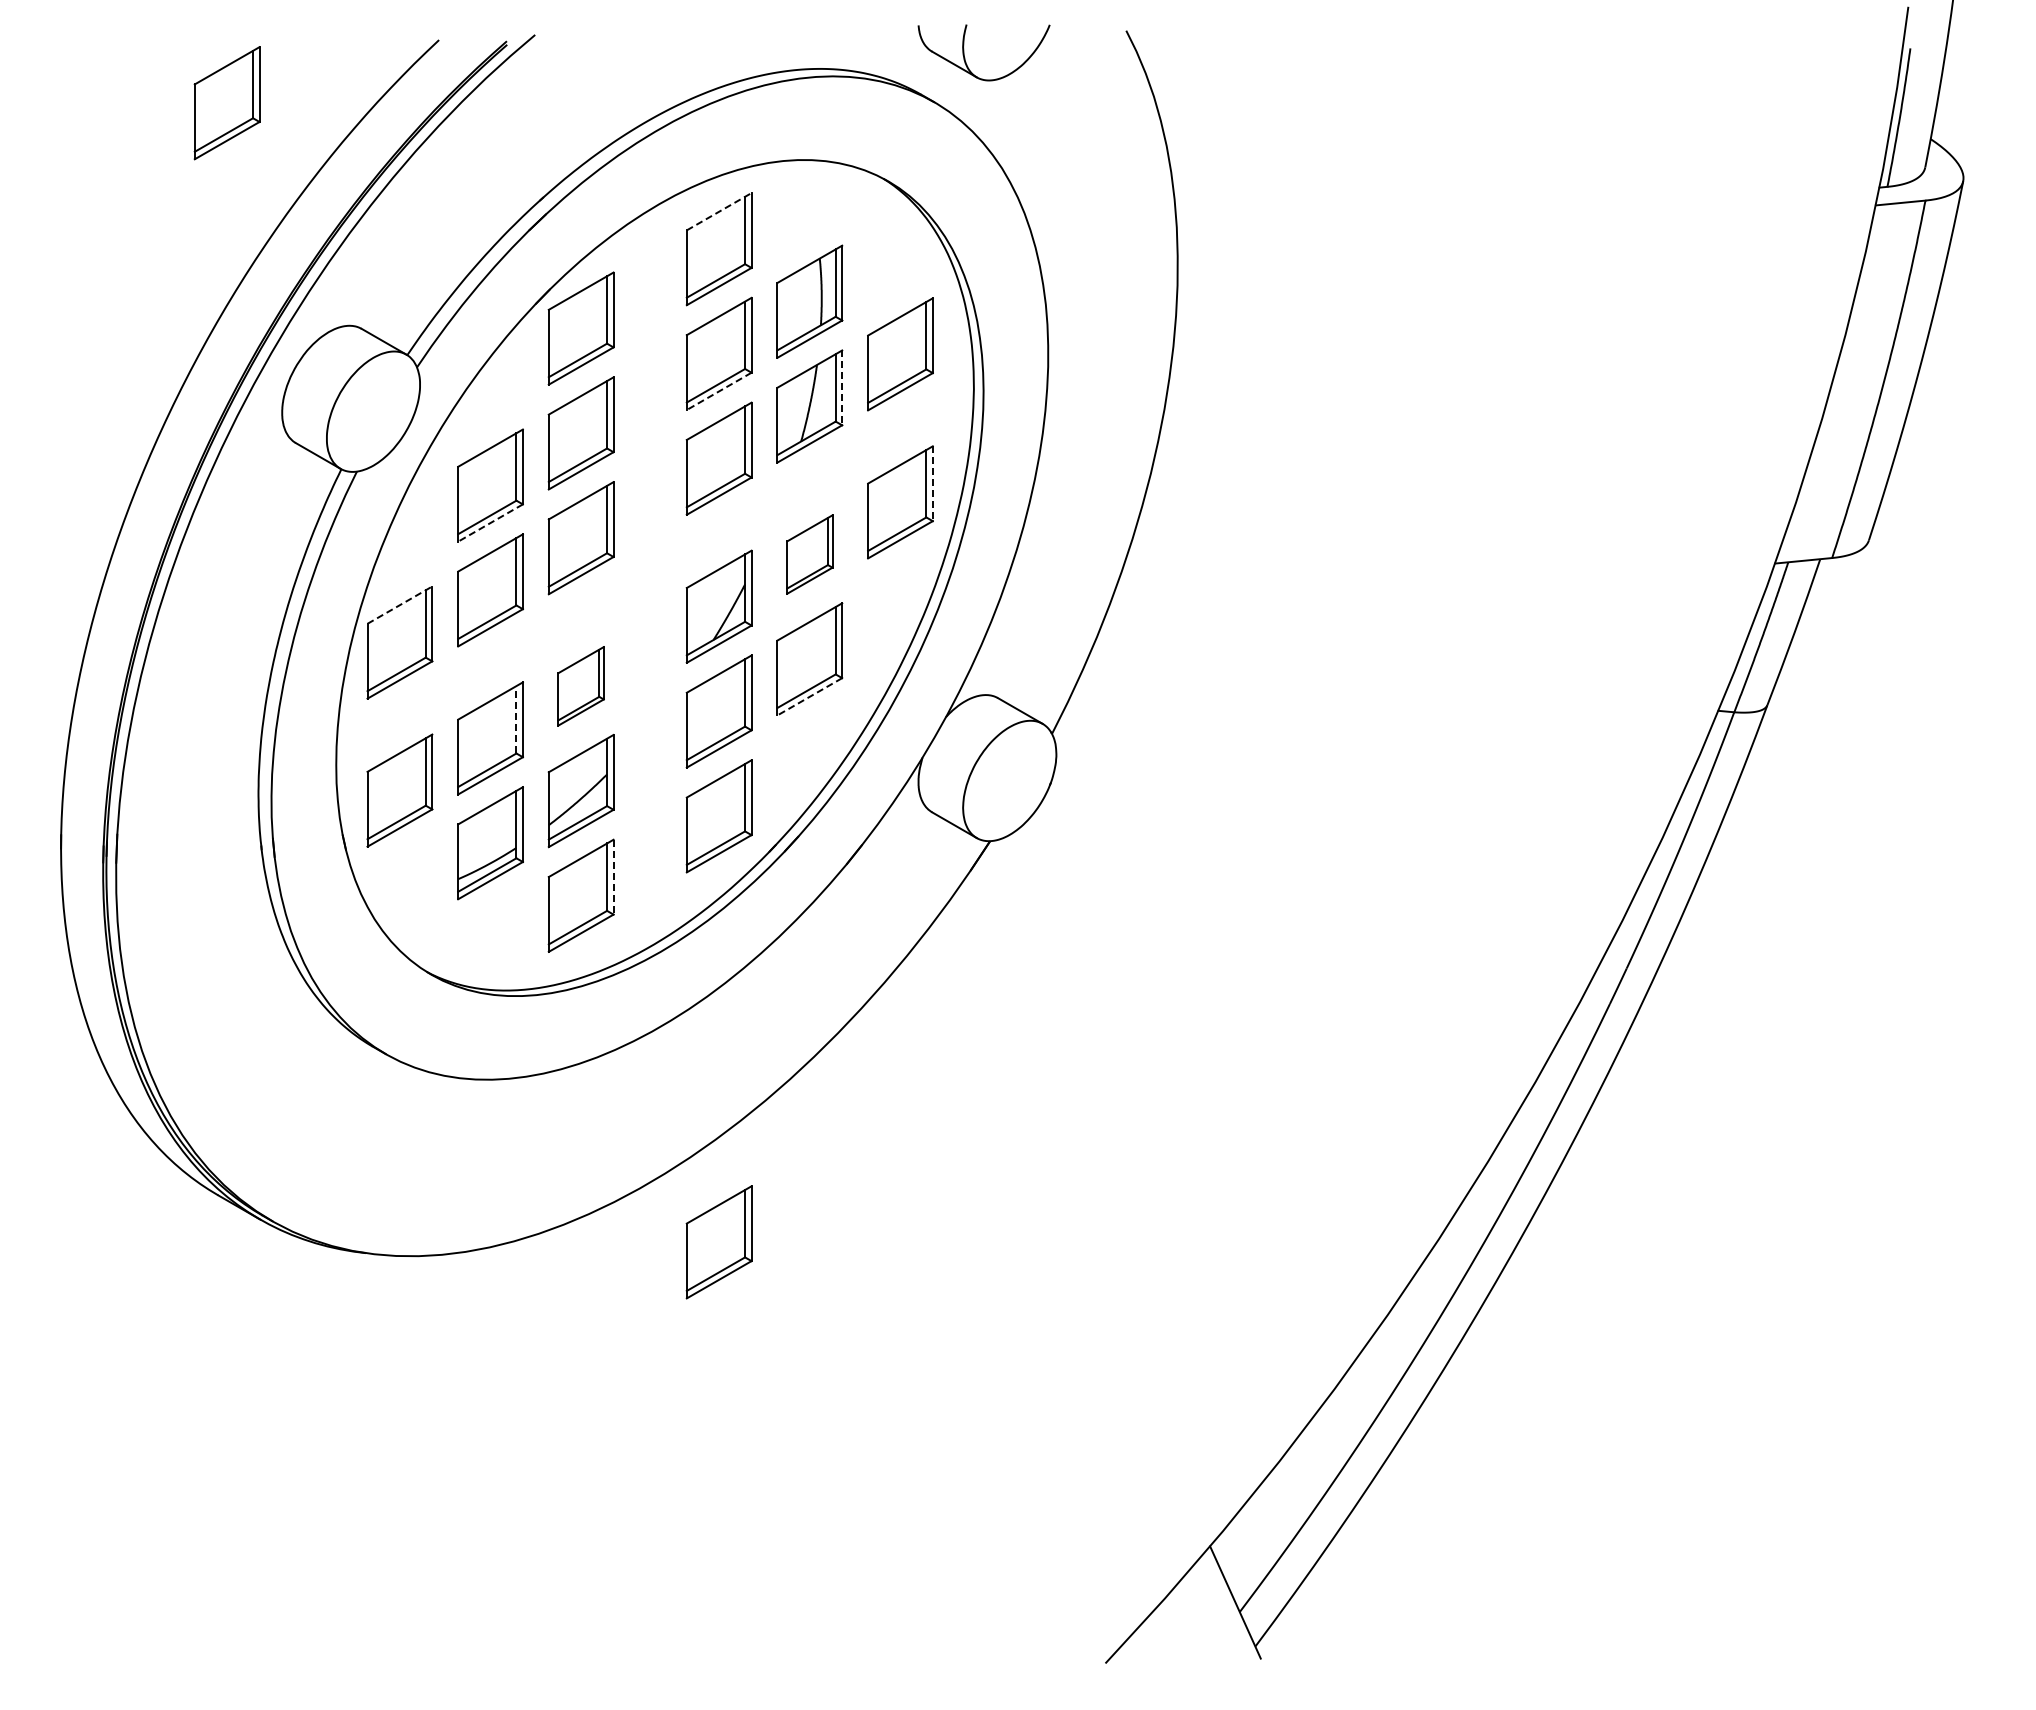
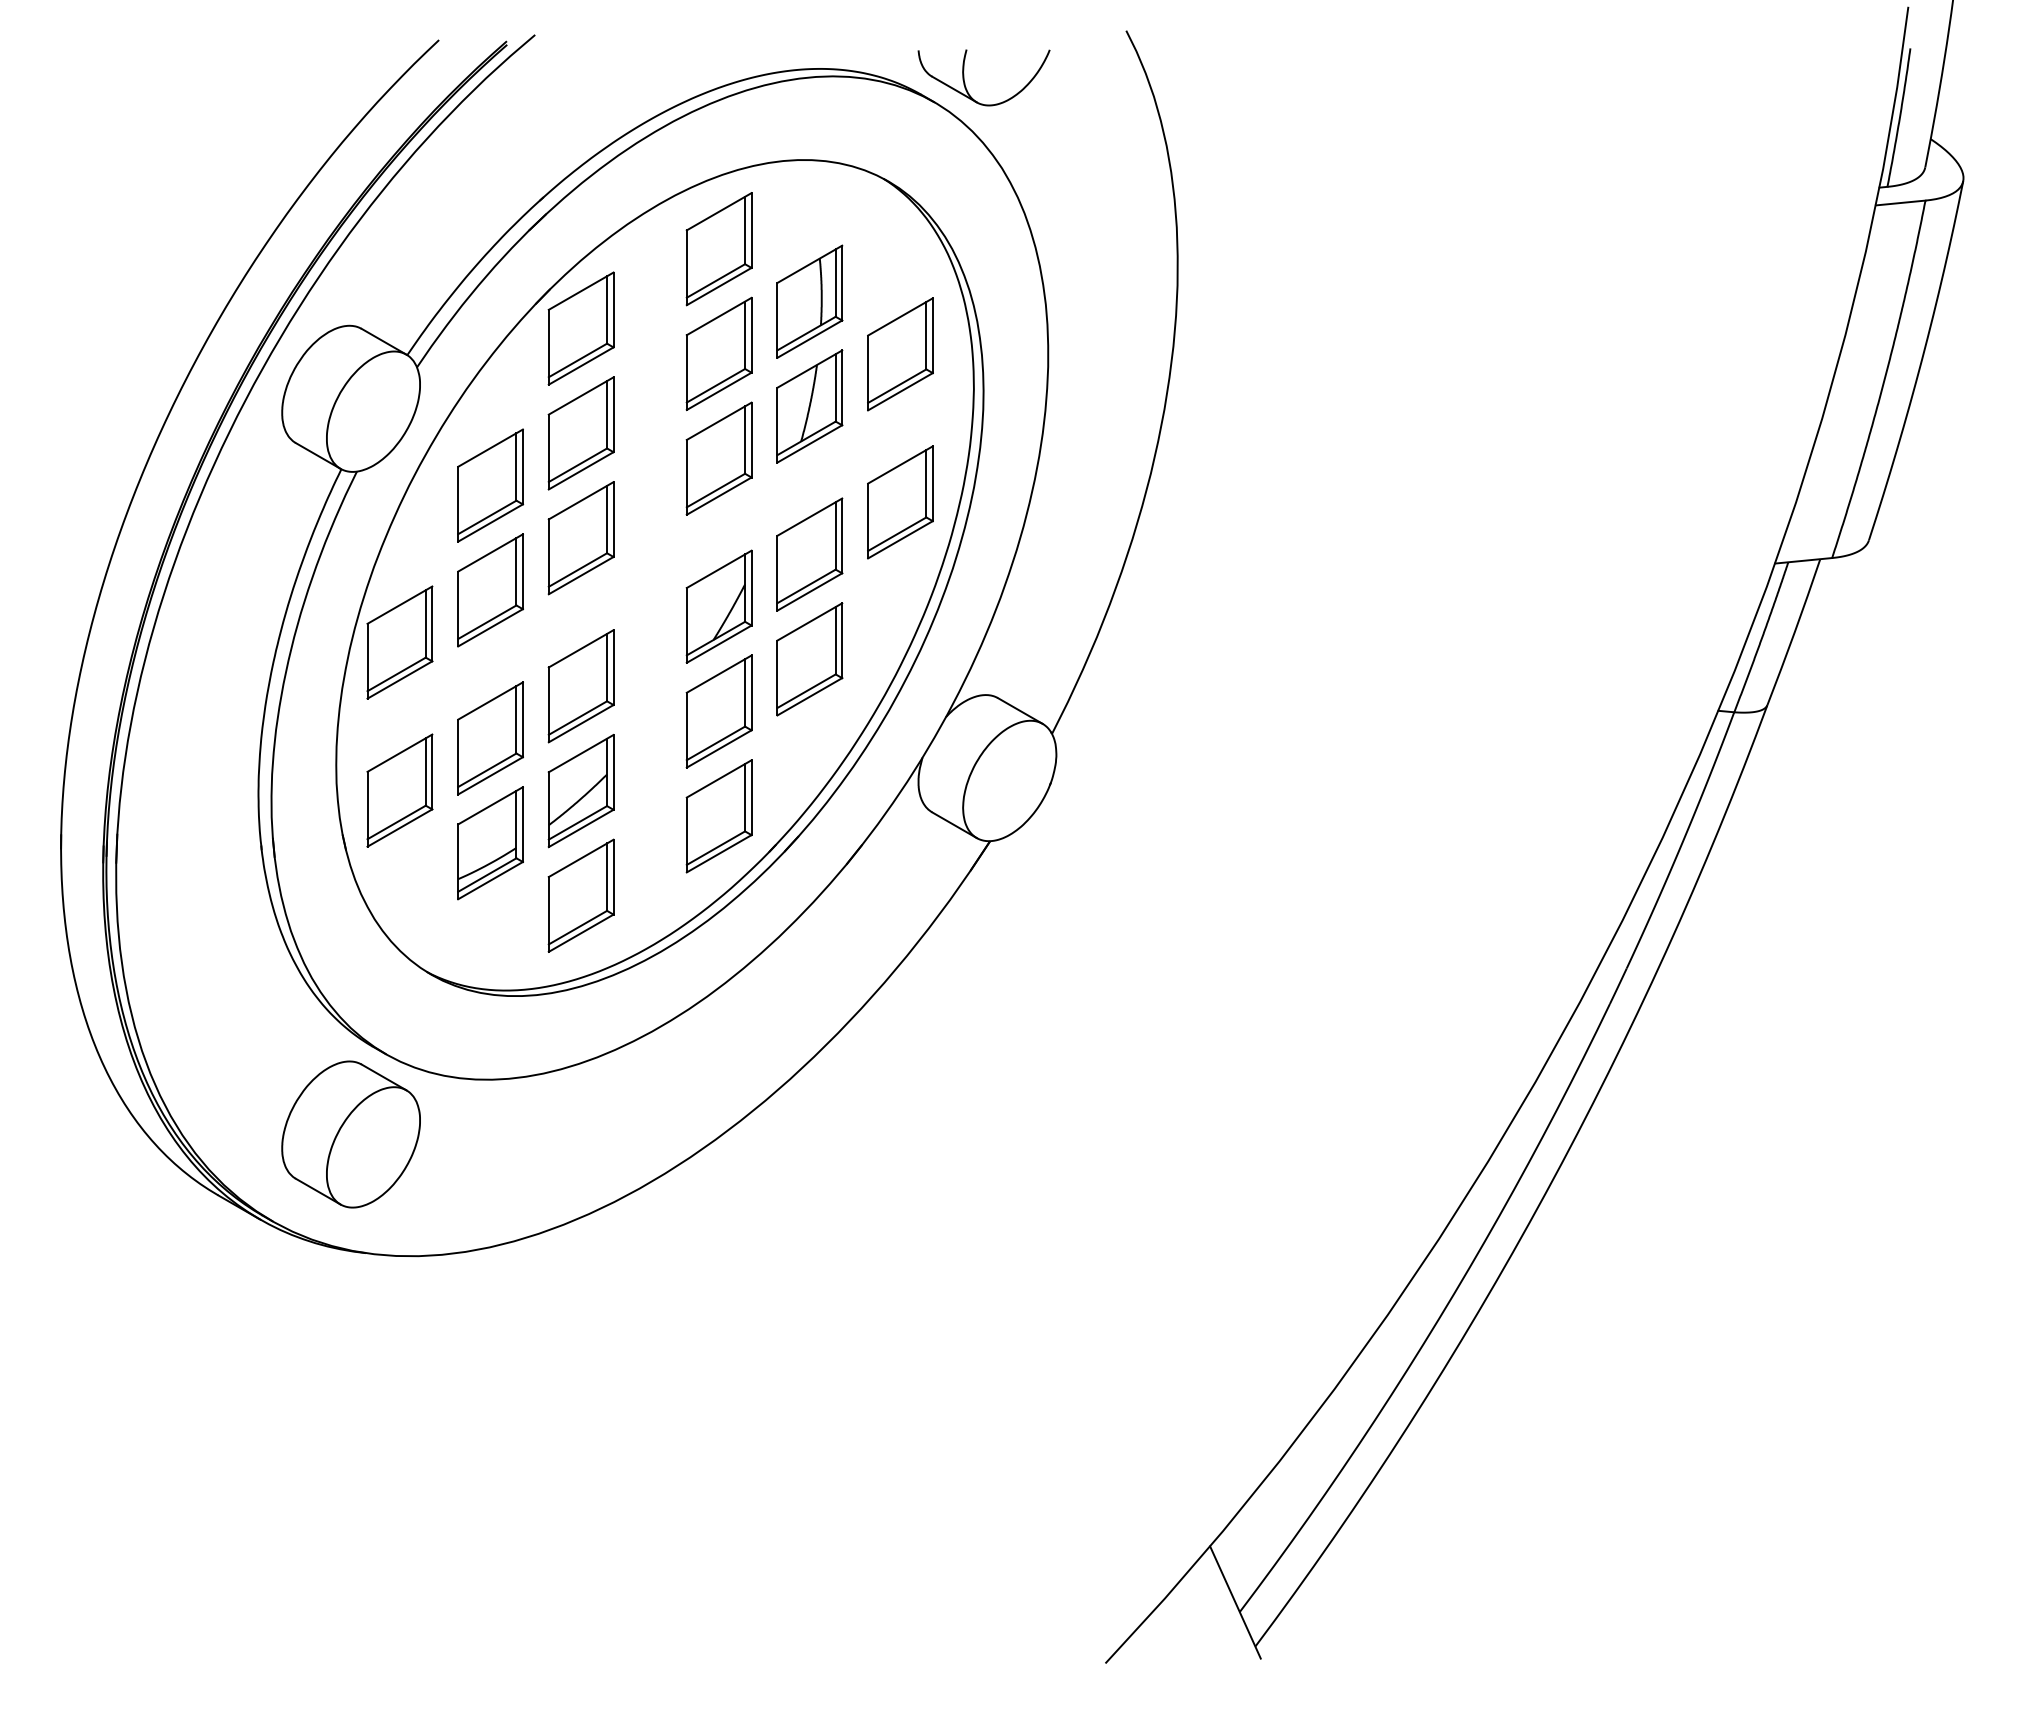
part at (965, 57) position: (965, 57) -> (965, 82)
part at (226, 103): present -> none
line at (719, 211): dashed -> solid
line at (842, 388): dashed -> solid
line at (718, 391): dashed -> solid
line at (932, 484): dashed -> solid
line at (490, 523): dashed -> solid
part at (809, 554) size: 48x81 px -> 68x115 px
line at (400, 604): dashed -> solid
part at (580, 686) size: 48x81 px -> 68x115 px
line at (809, 697): dashed -> solid
line at (516, 719): dashed -> solid
line at (613, 877): dashed -> solid
part at (350, 1134): none -> present
part at (718, 1242): present -> none
